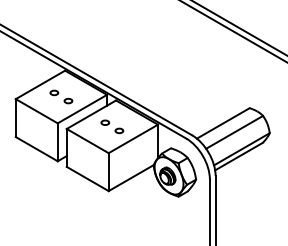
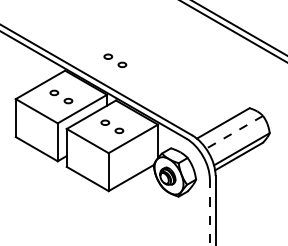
part at (115, 60): none -> present
line at (234, 132): solid -> dashed
line at (209, 212): solid -> dashed
